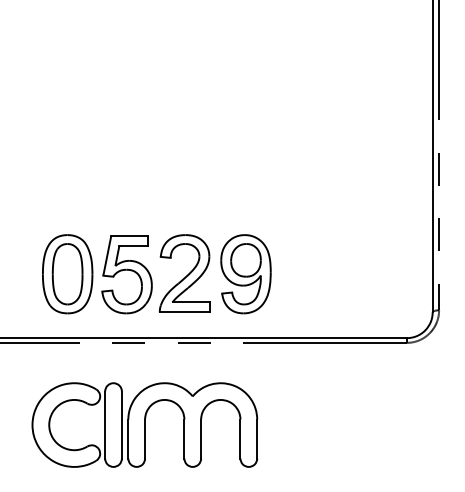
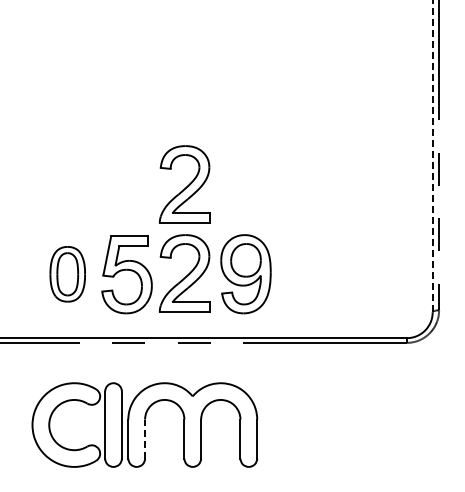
line at (432, 156): solid -> dashed
part at (184, 184): none -> present
part at (67, 274) size: 52x81 px -> 37x57 px
line at (145, 438): solid -> dashed
